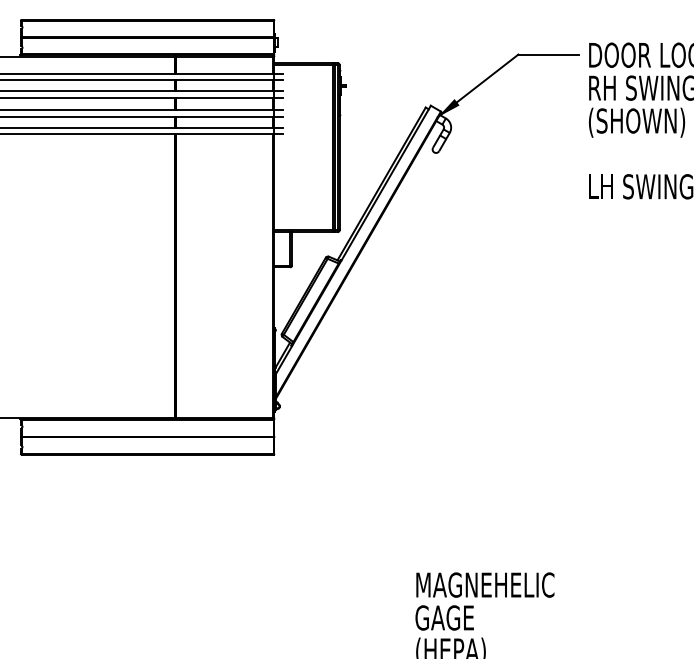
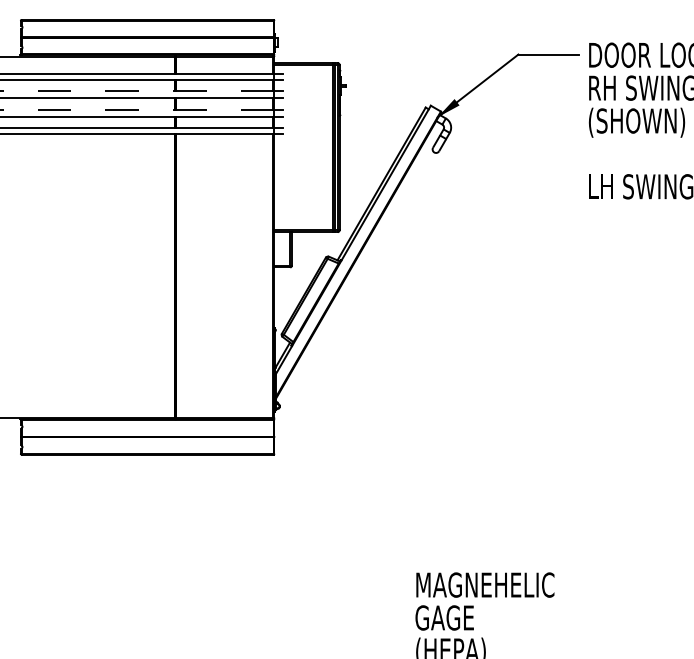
line at (137, 91): solid -> dashed
line at (137, 110): solid -> dashed
